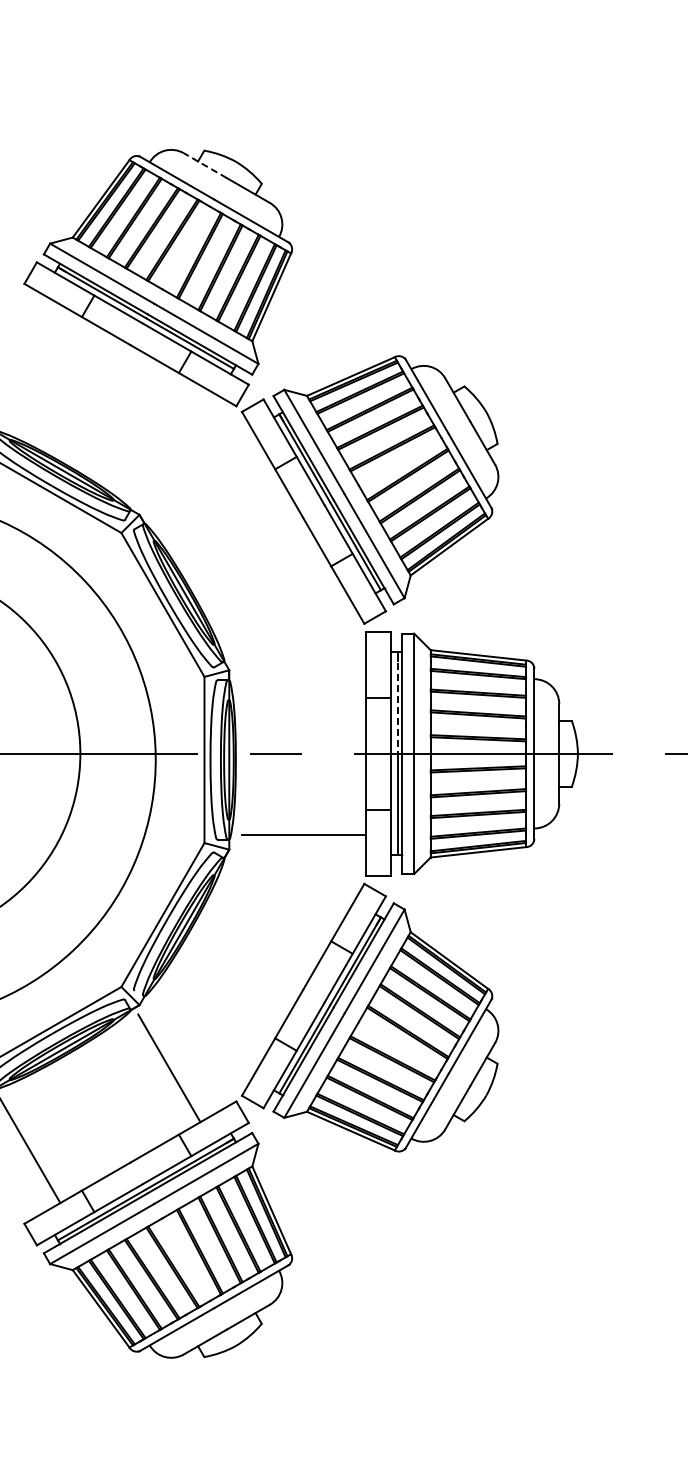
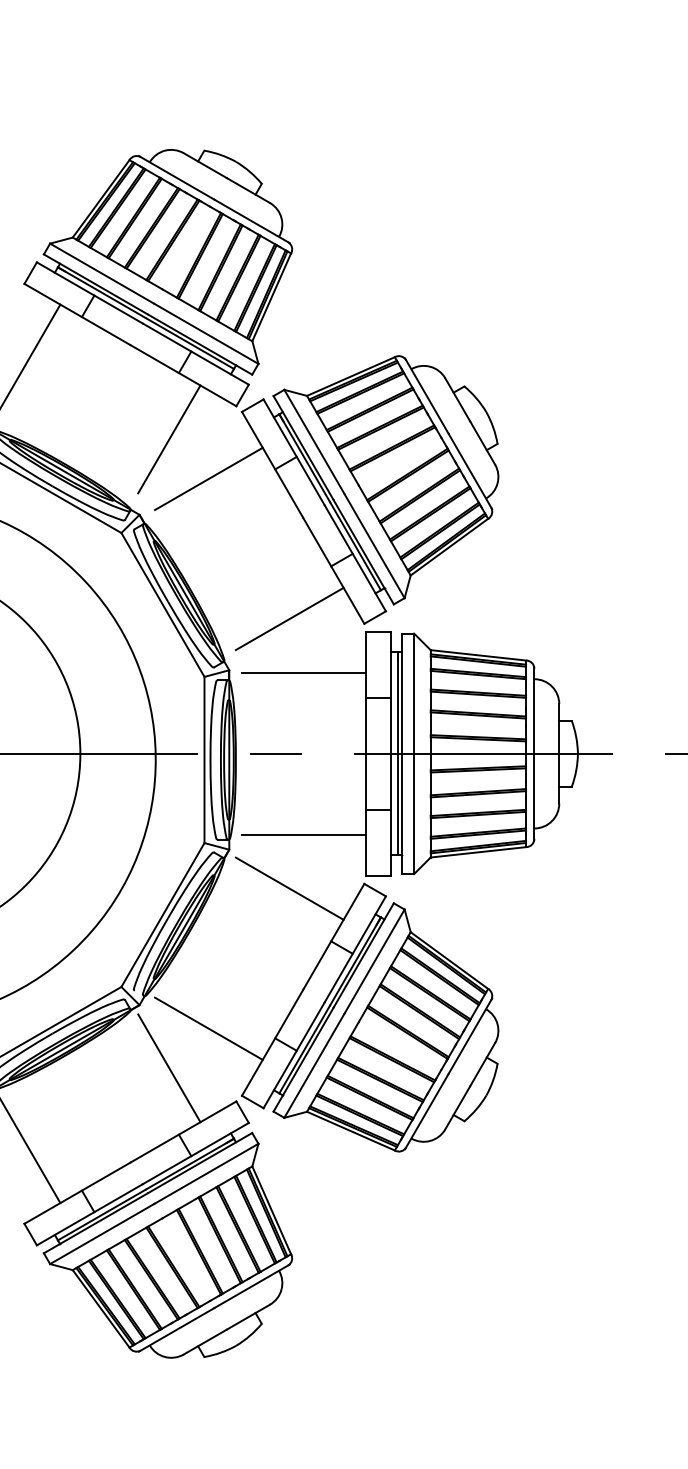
line at (205, 165): dashed -> solid
line at (31, 354): none -> present
line at (169, 439): none -> present
line at (208, 478): none -> present
line at (289, 618): none -> present
line at (304, 672): none -> present
line at (397, 703): dashed -> solid
line at (289, 888): none -> present
line at (208, 1028): none -> present
